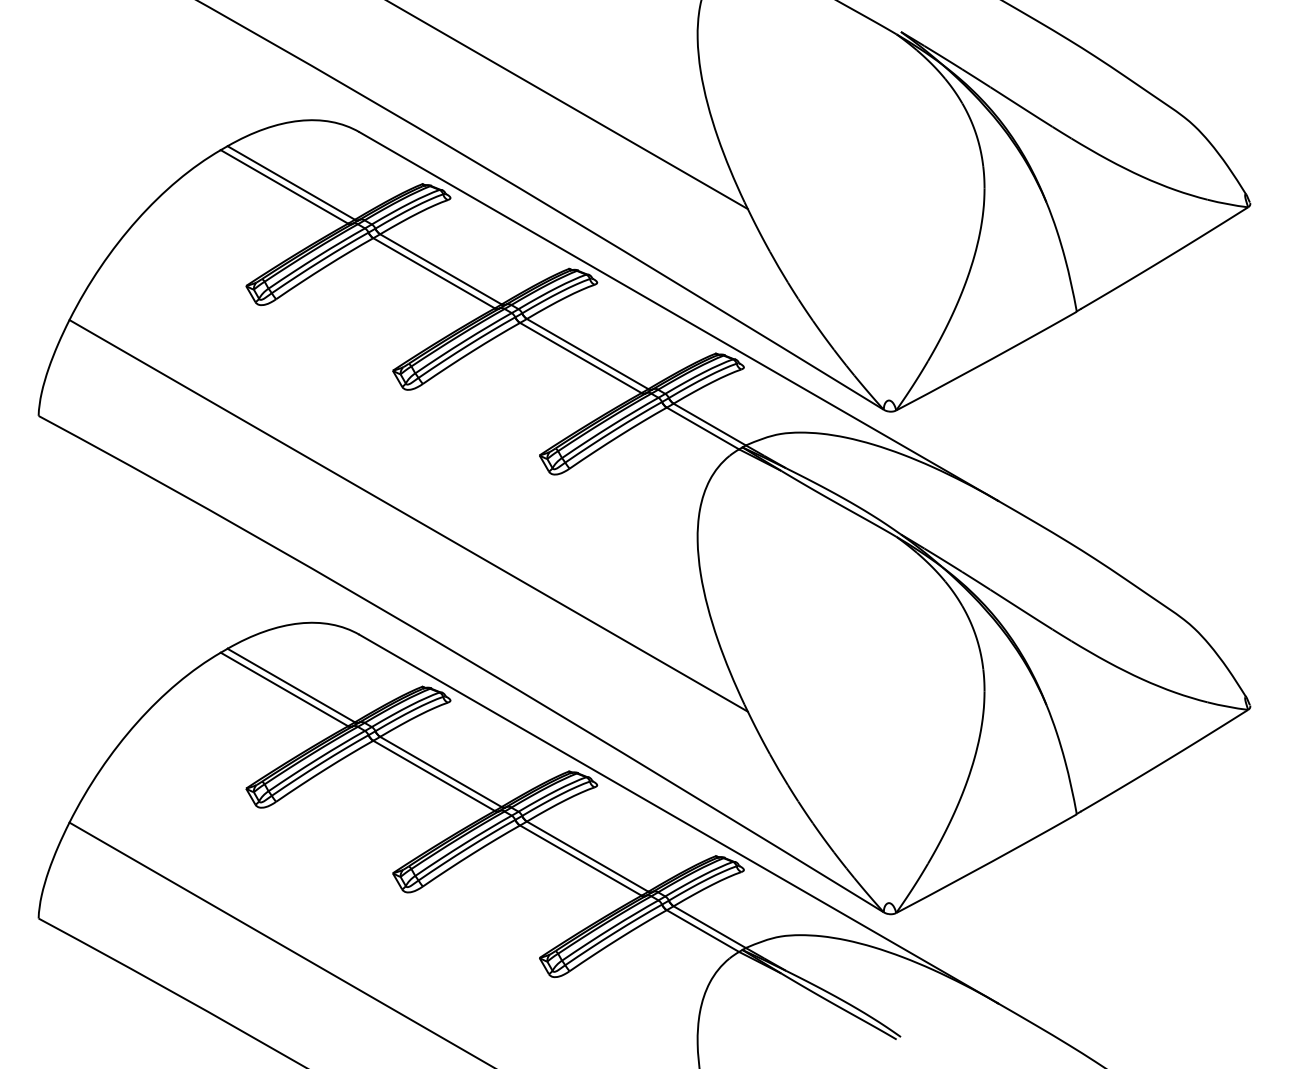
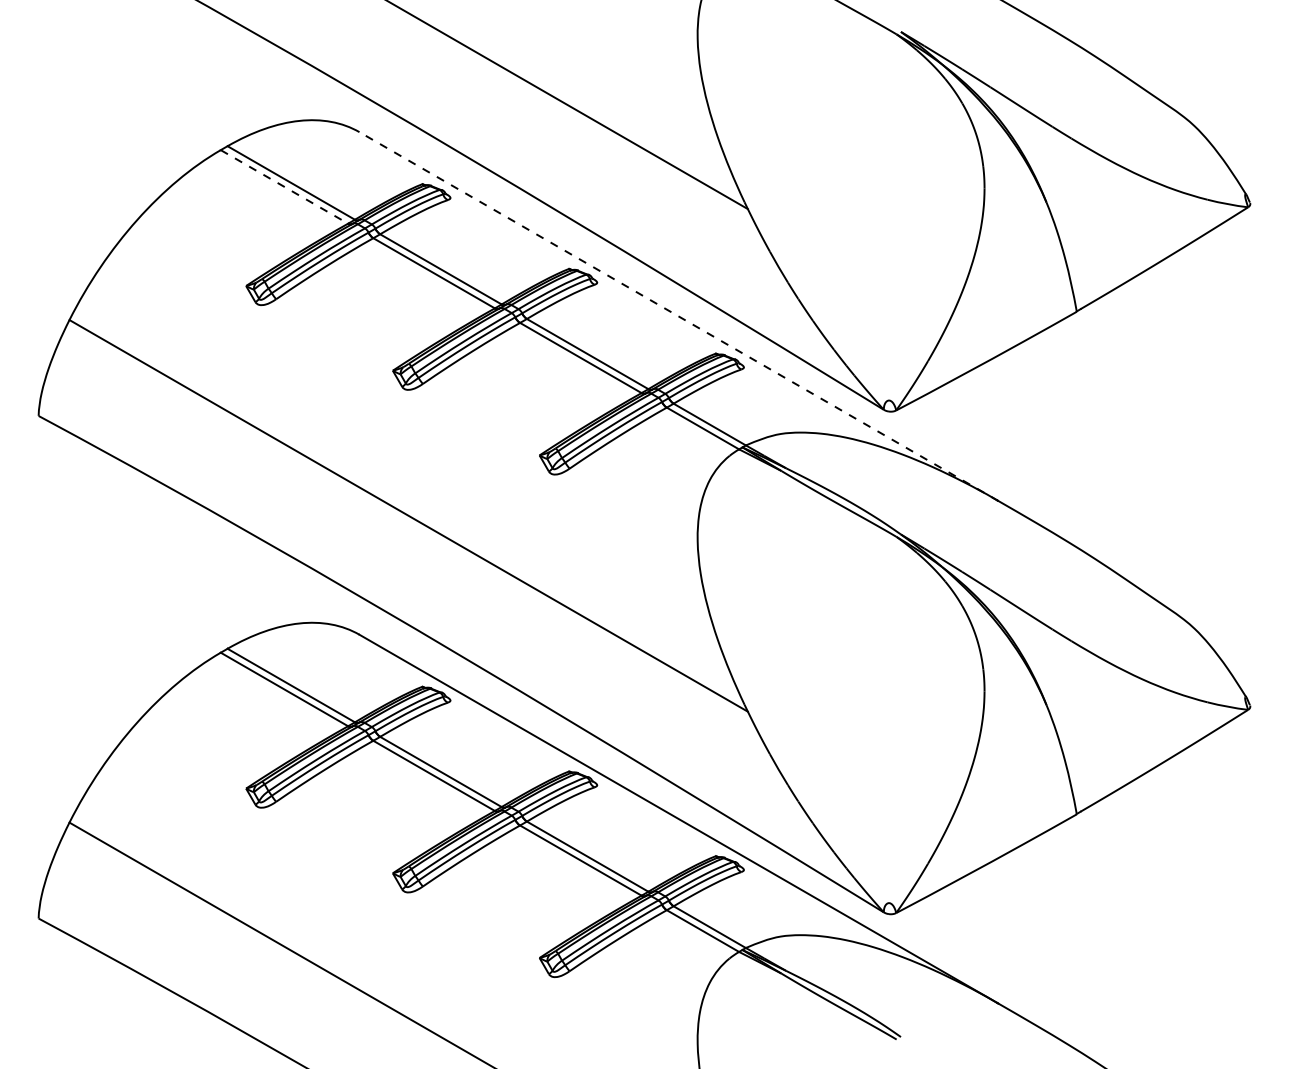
line at (284, 186): solid -> dashed
line at (678, 316): solid -> dashed
